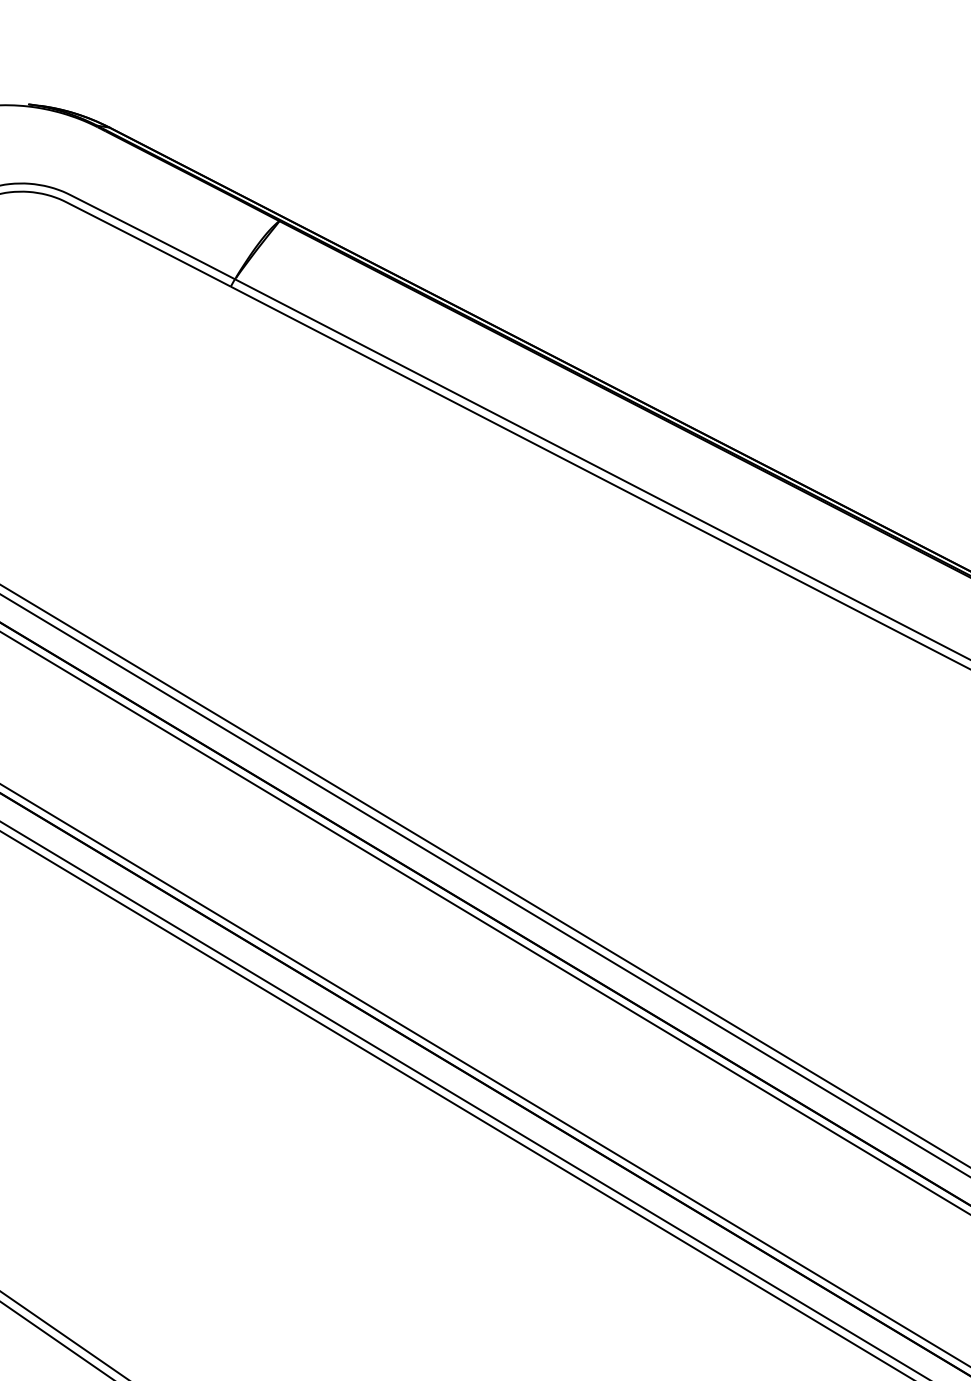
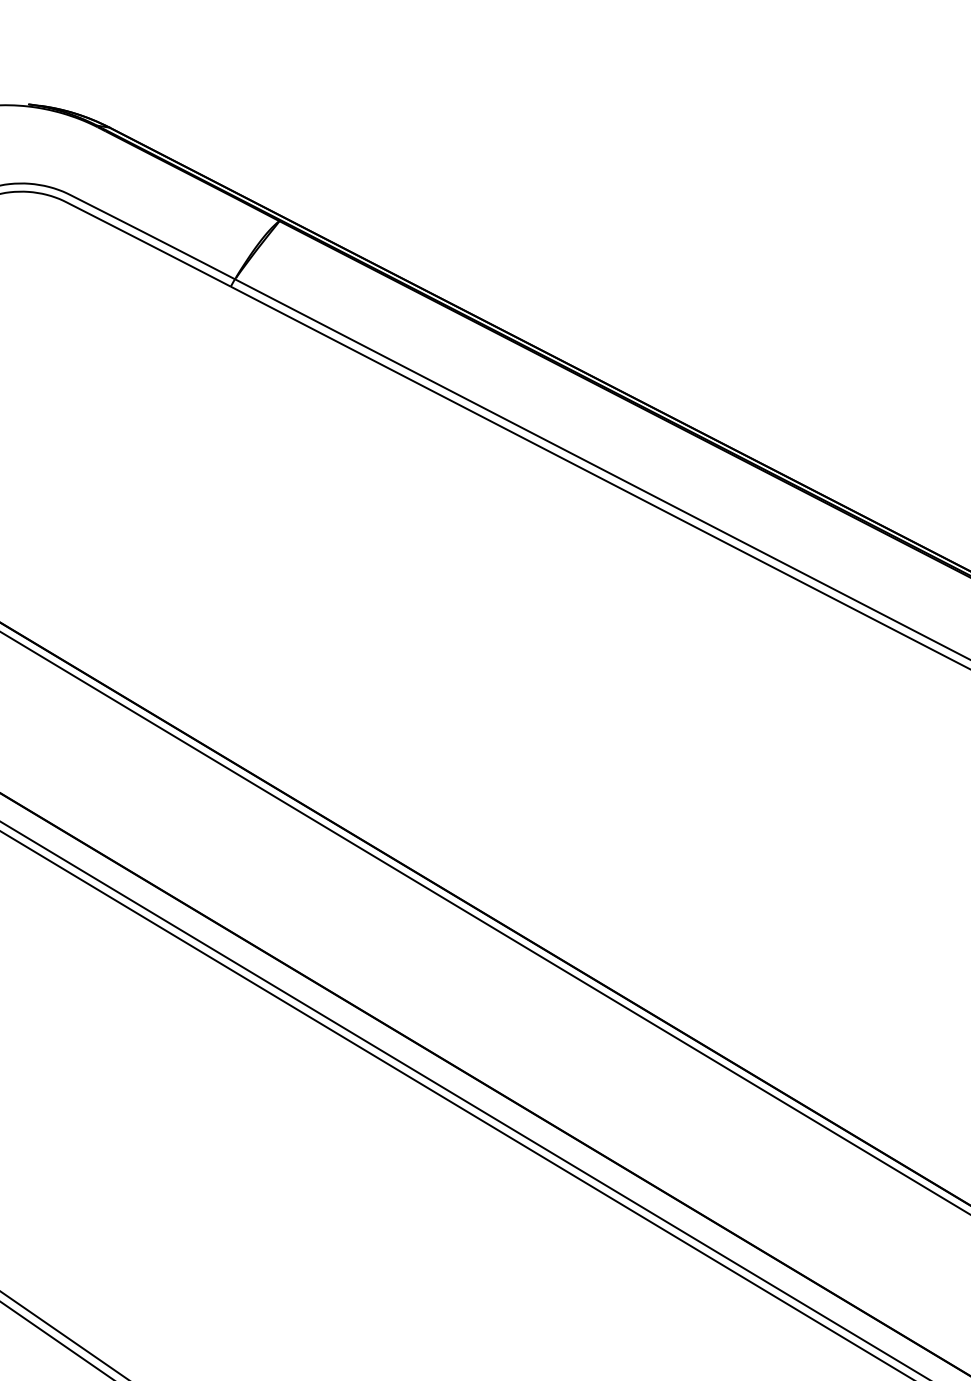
line at (484, 875): present -> none
line at (484, 885): present -> none
line at (484, 1075): present -> none
